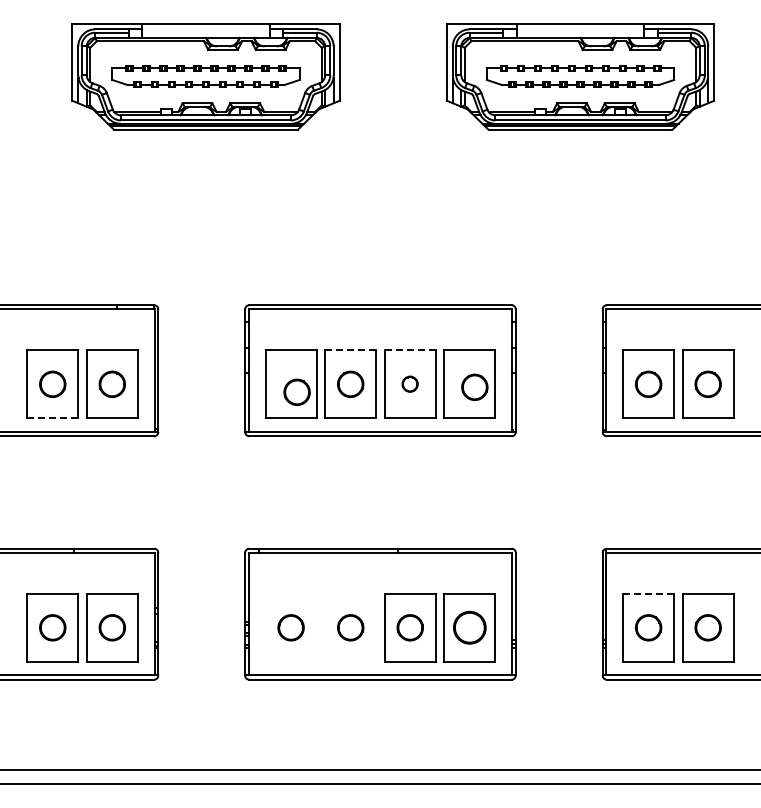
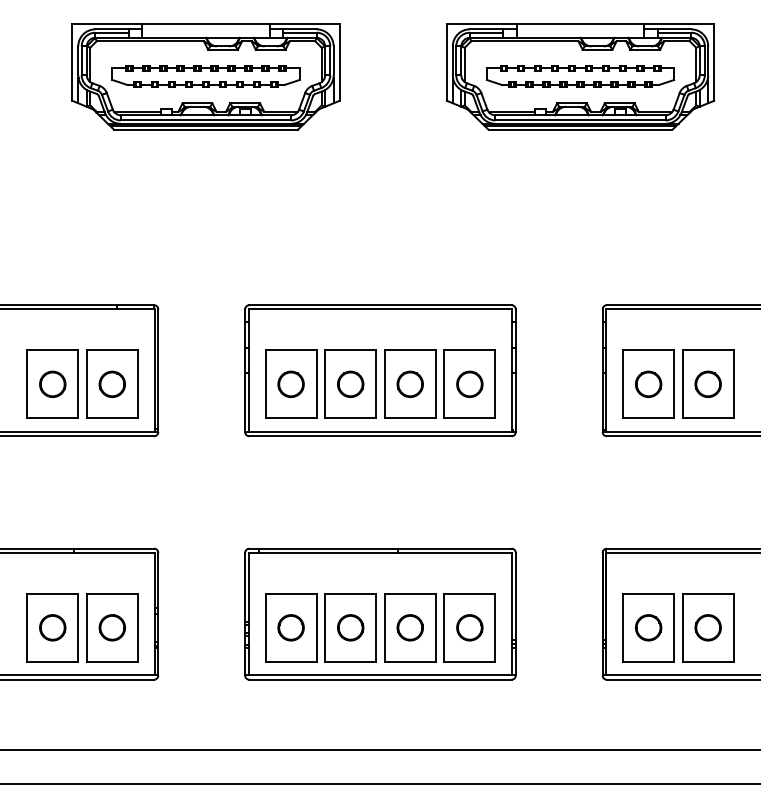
line at (350, 350): dashed -> solid
line at (410, 350): dashed -> solid
circle at (409, 383) size: 18x18 px -> 28x28 px
circle at (474, 386) position: (474, 386) -> (469, 383)
circle at (296, 391) position: (296, 391) -> (290, 383)
line at (52, 418): dashed -> solid
line at (648, 593): dashed -> solid
part at (320, 627): none -> present
circle at (469, 627) size: 34x35 px -> 28x28 px
line at (379, 769) position: (379, 769) -> (379, 749)
